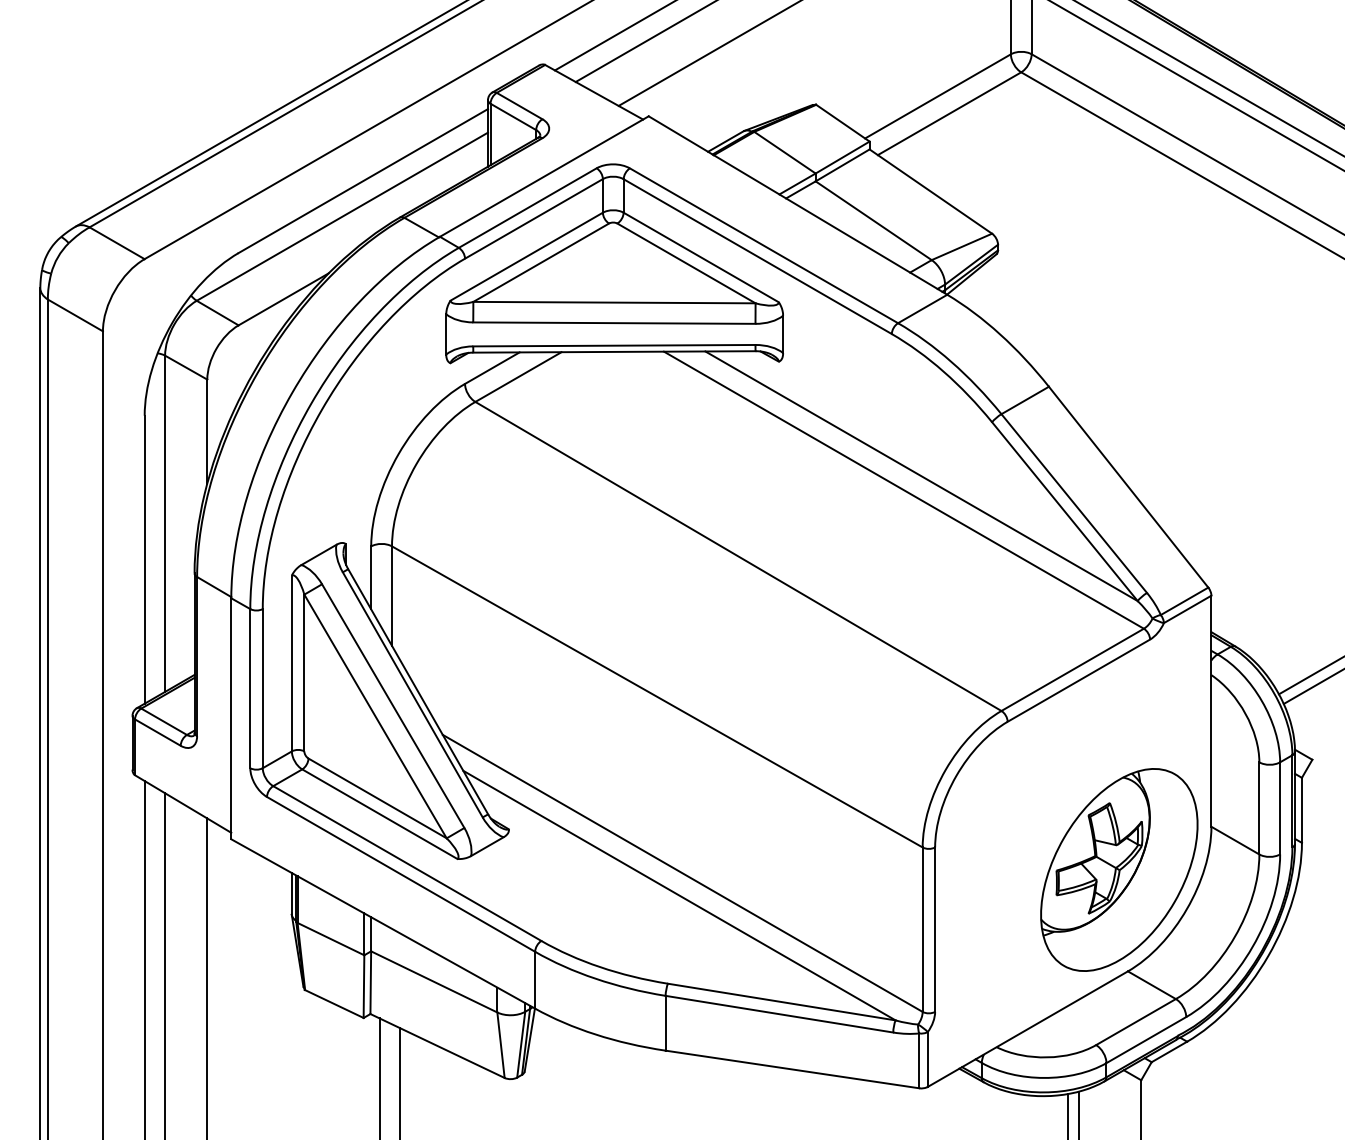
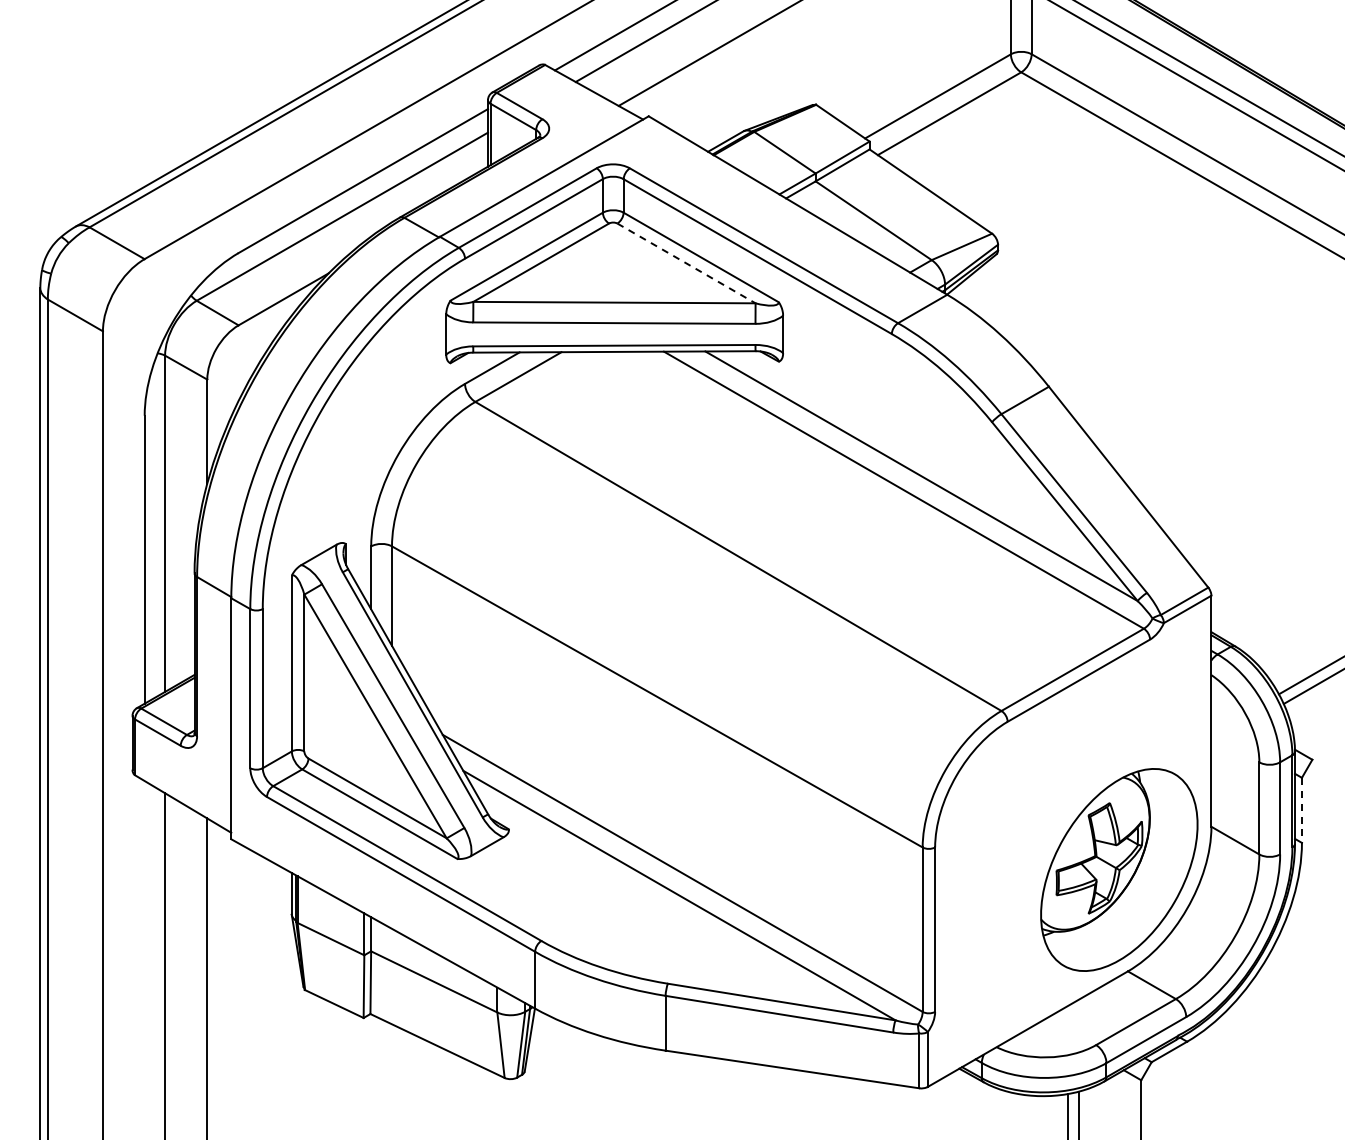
line at (686, 263): solid -> dashed
line at (1301, 810): solid -> dashed
line at (144, 958): present -> none
line at (379, 1077): present -> none
line at (400, 1082): present -> none
